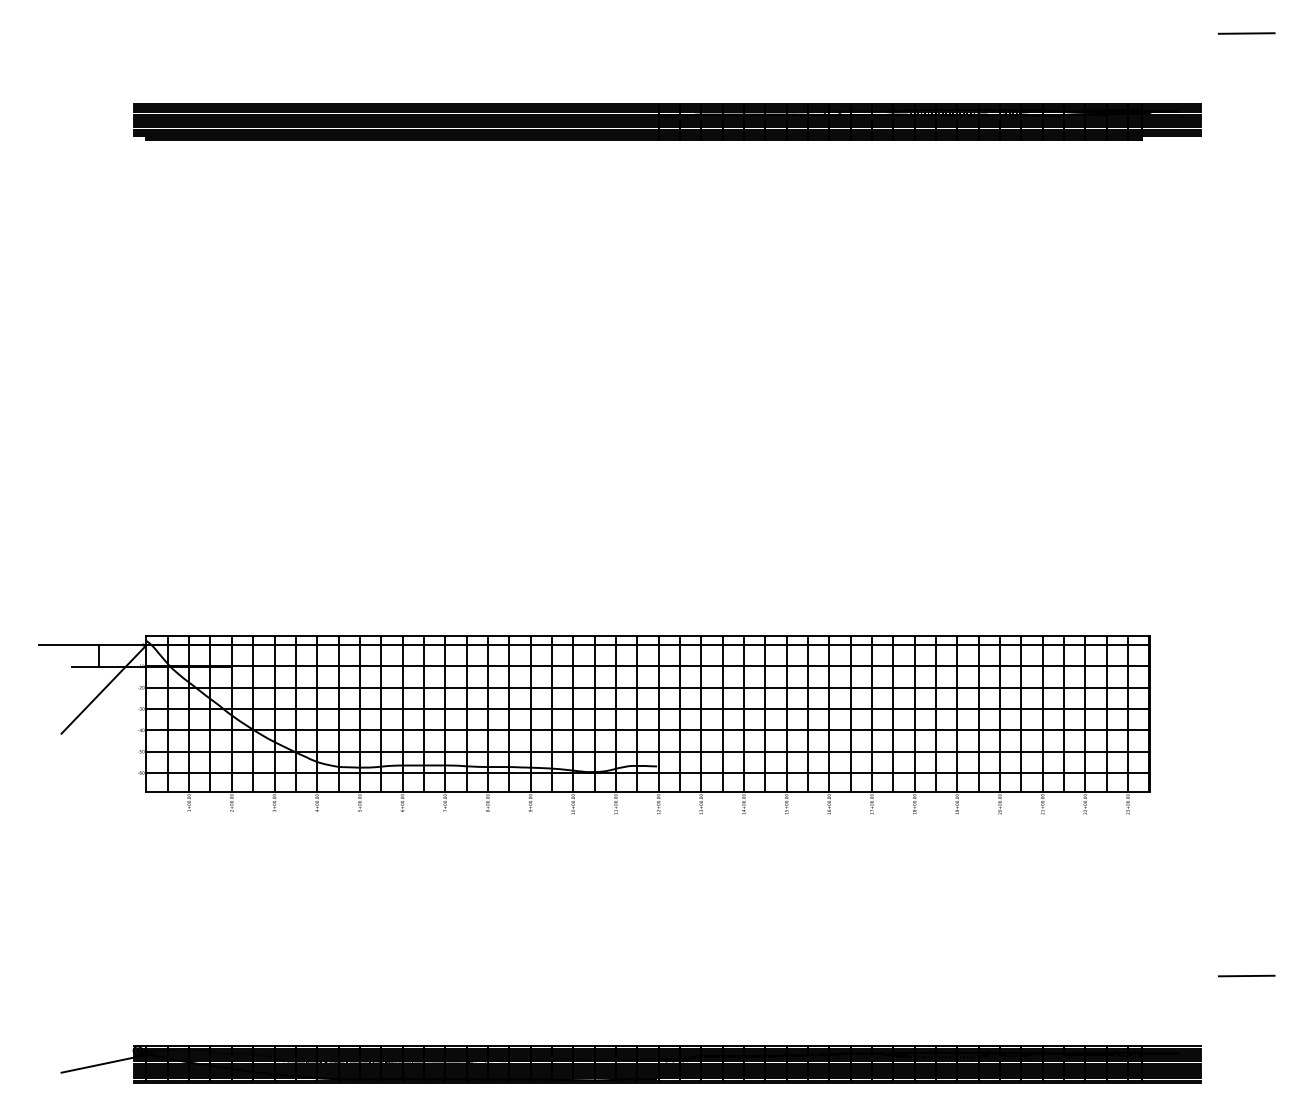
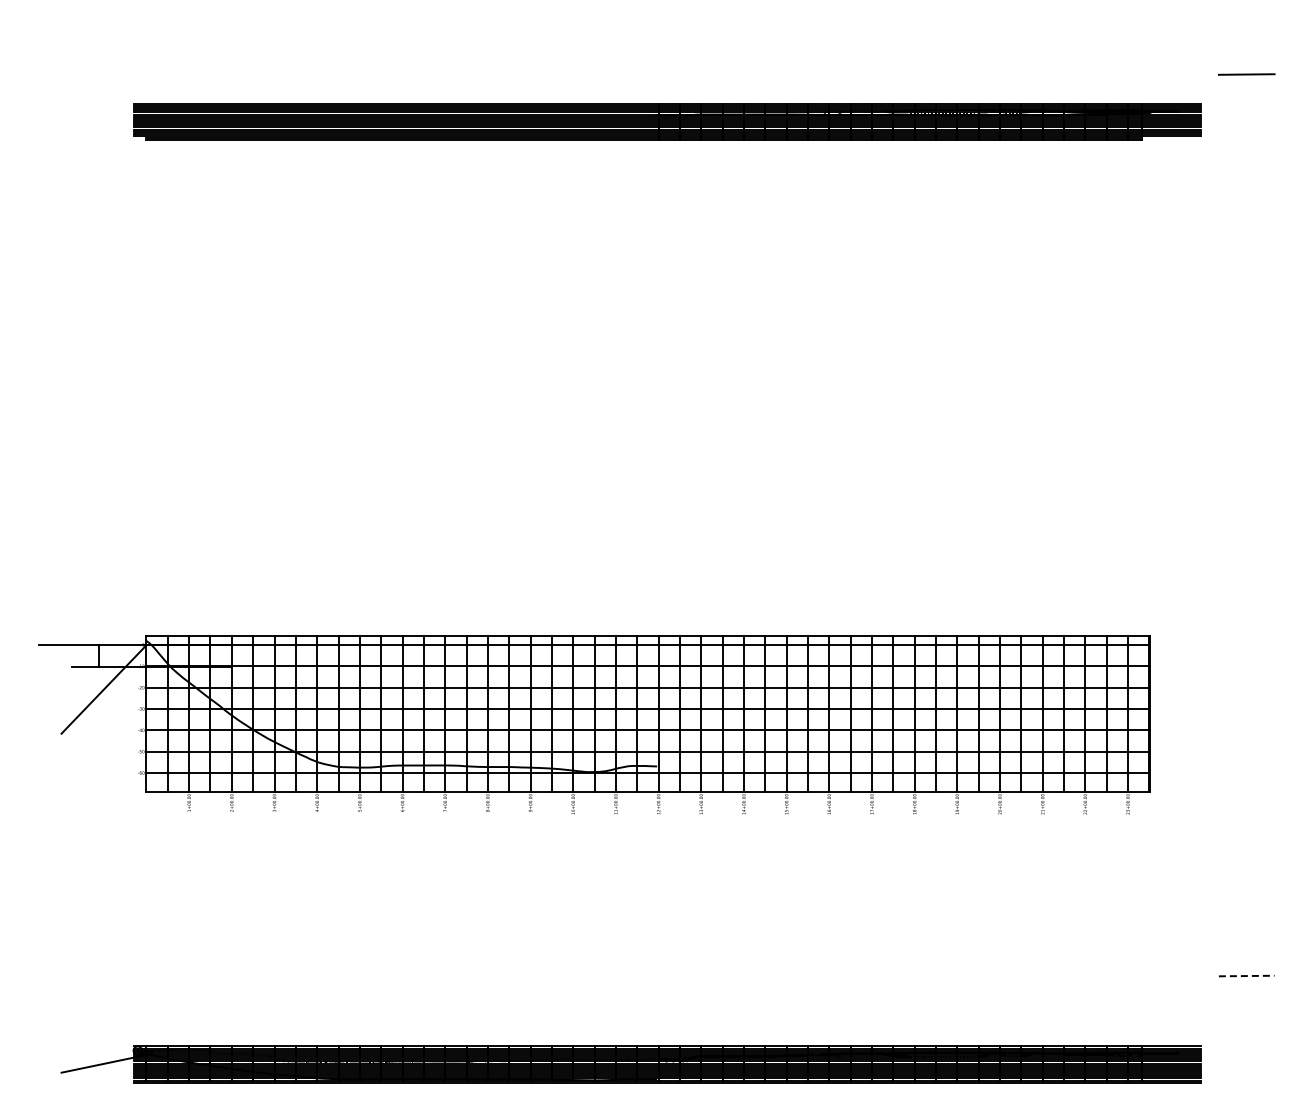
line at (1246, 33) position: (1246, 33) -> (1246, 74)
line at (1246, 976): solid -> dashed
